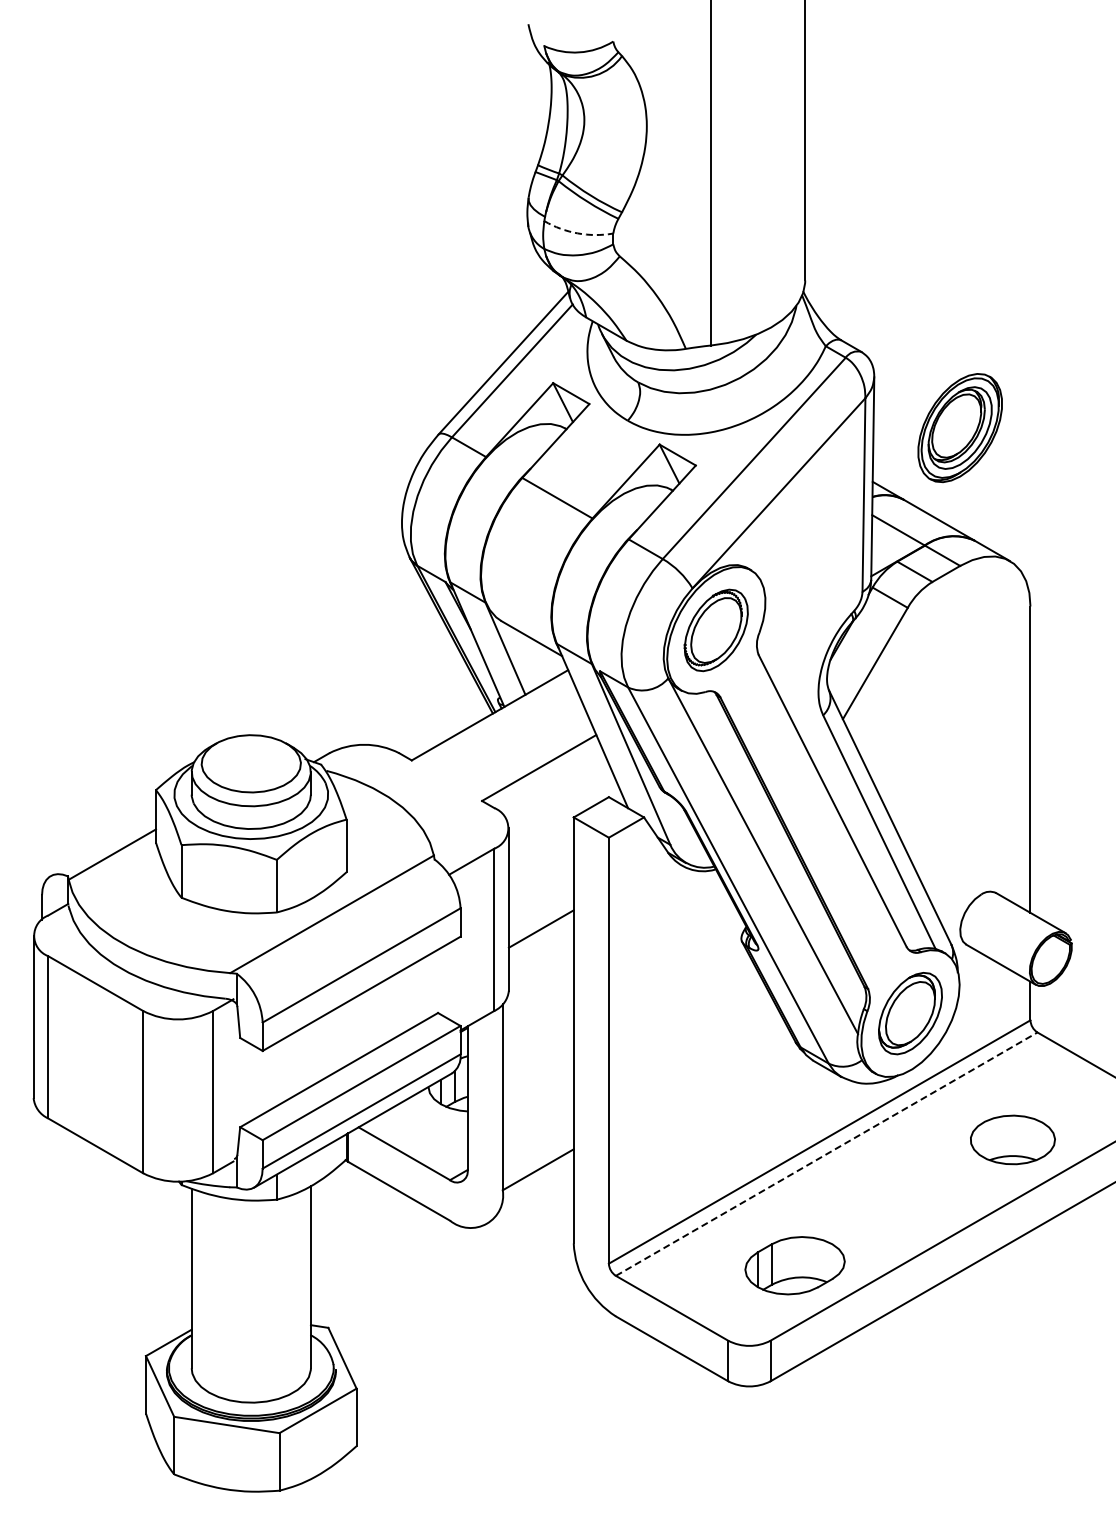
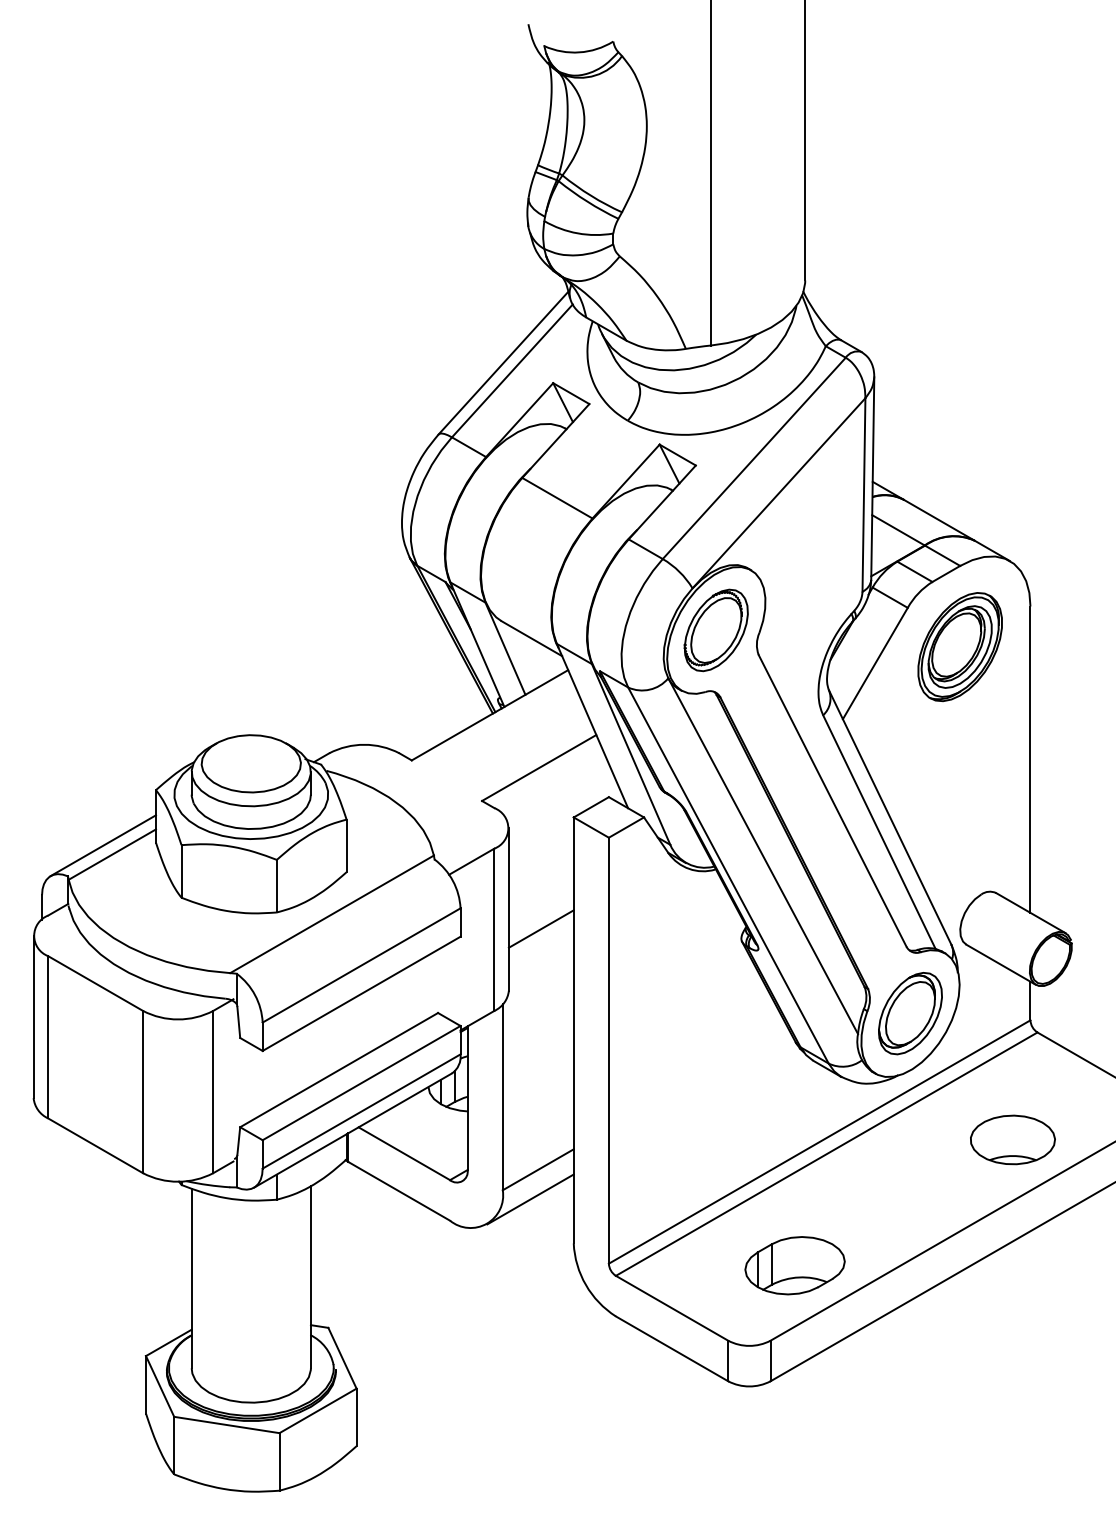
arc at (577, 233): dashed -> solid
part at (959, 428) position: (959, 428) -> (959, 647)
line at (102, 845): none -> present
line at (827, 1153): dashed -> solid
line at (530, 1199): none -> present
